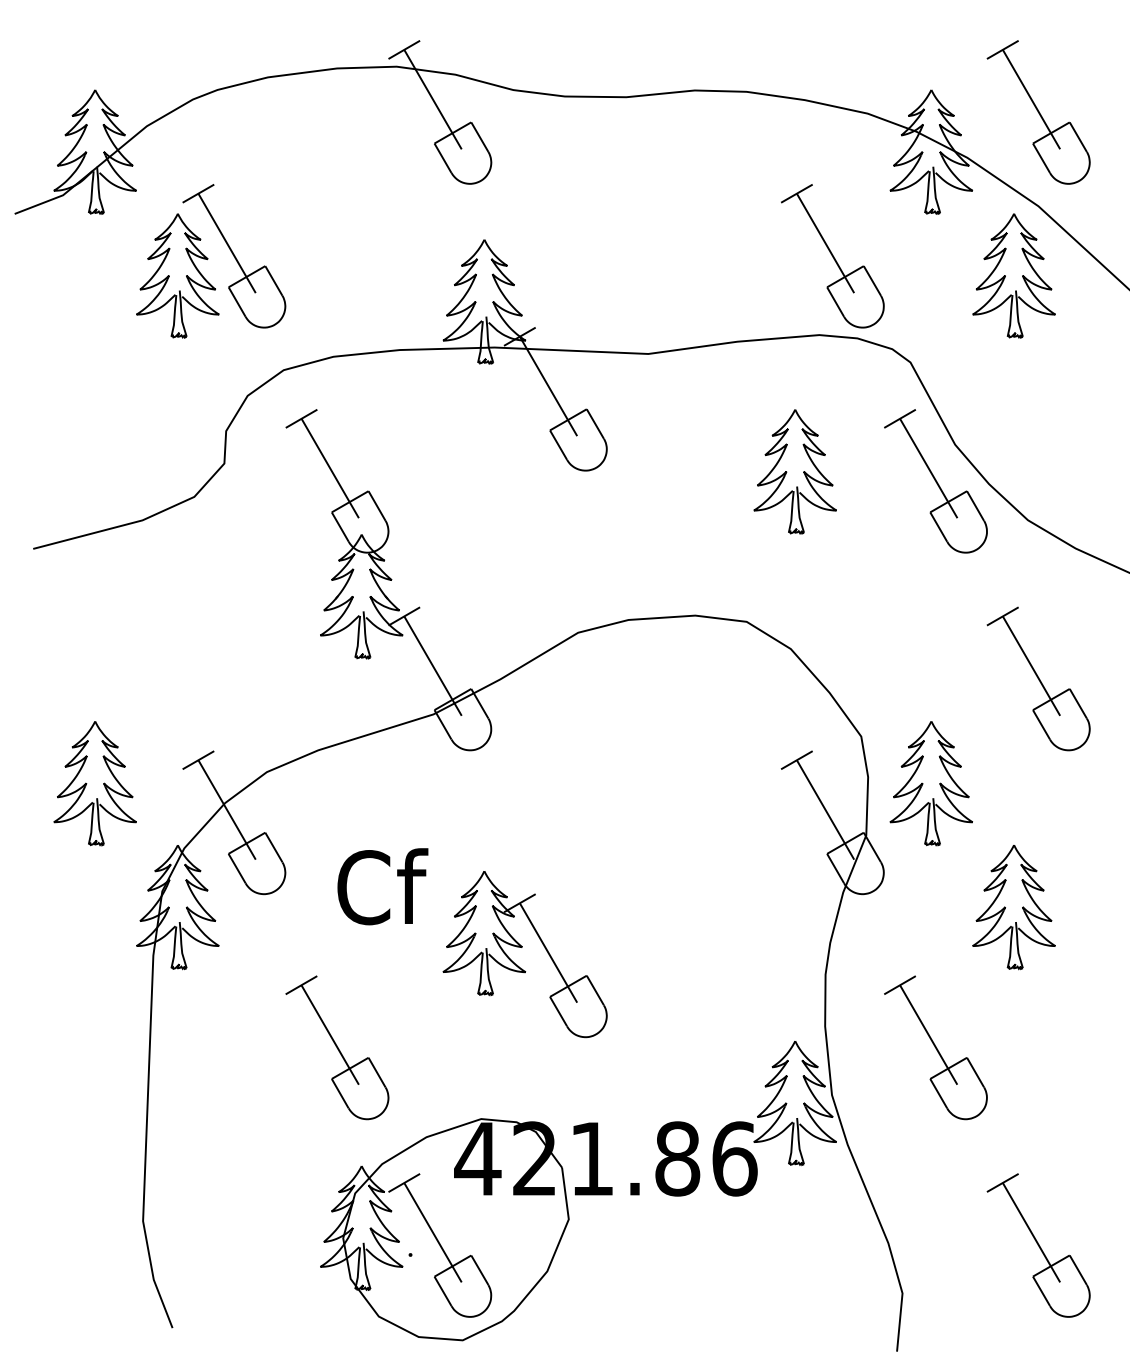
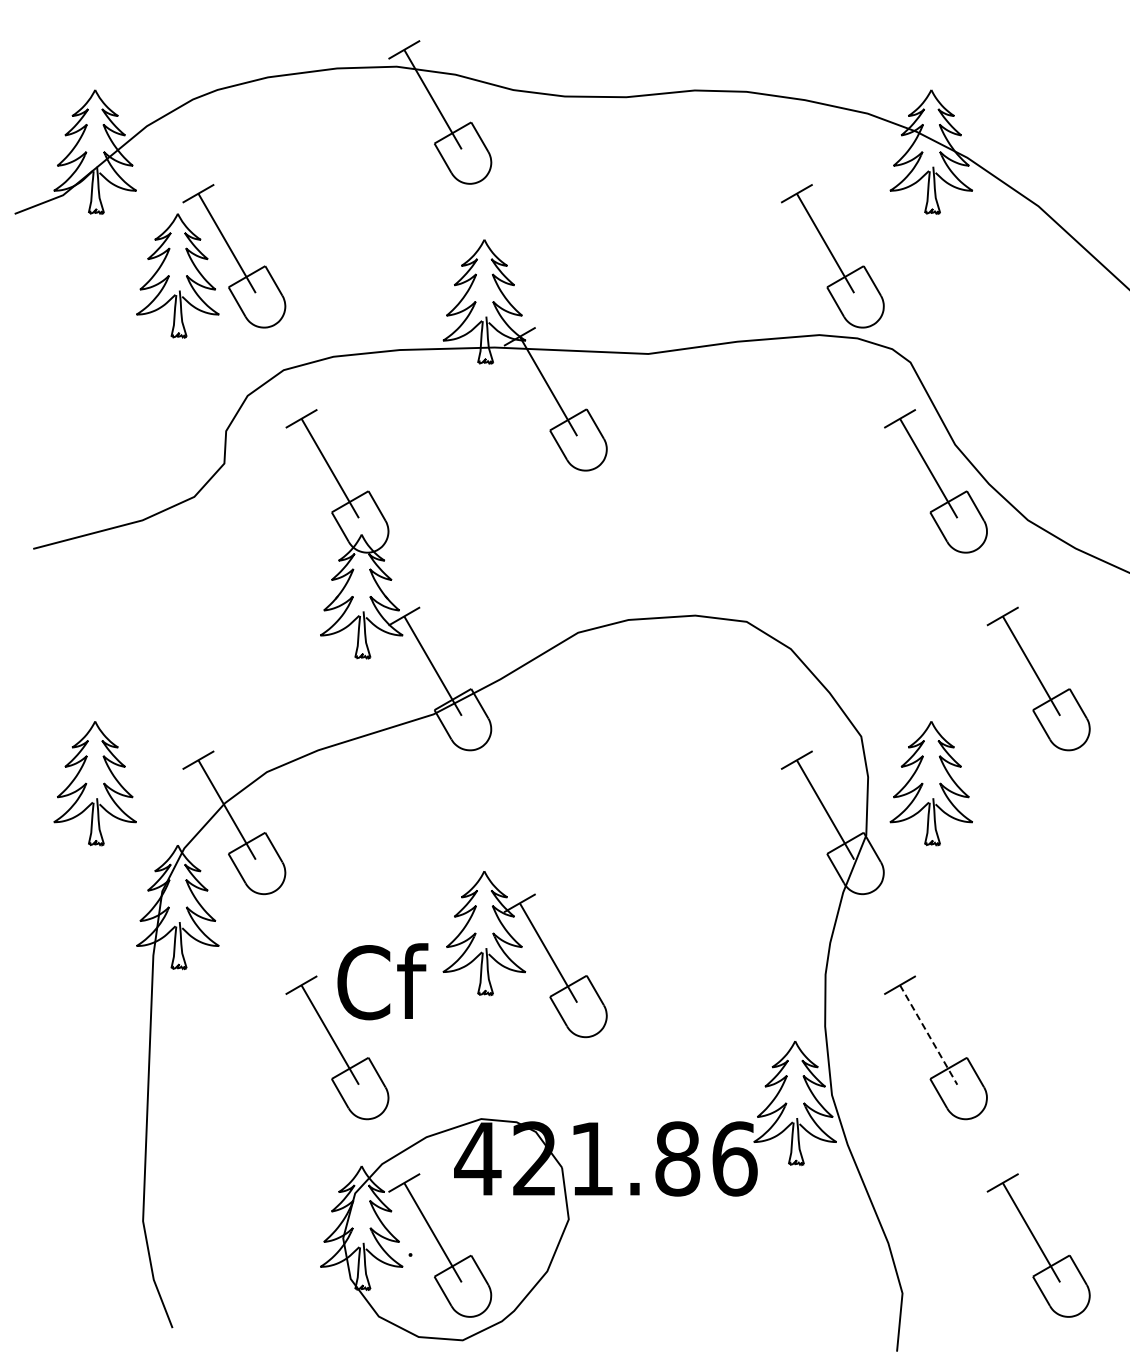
part at (1038, 112): present -> none
part at (1013, 275): present -> none
part at (794, 471): present -> none
text at (382, 886) position: (382, 886) -> (382, 981)
part at (1013, 907): present -> none
line at (928, 1035): solid -> dashed
